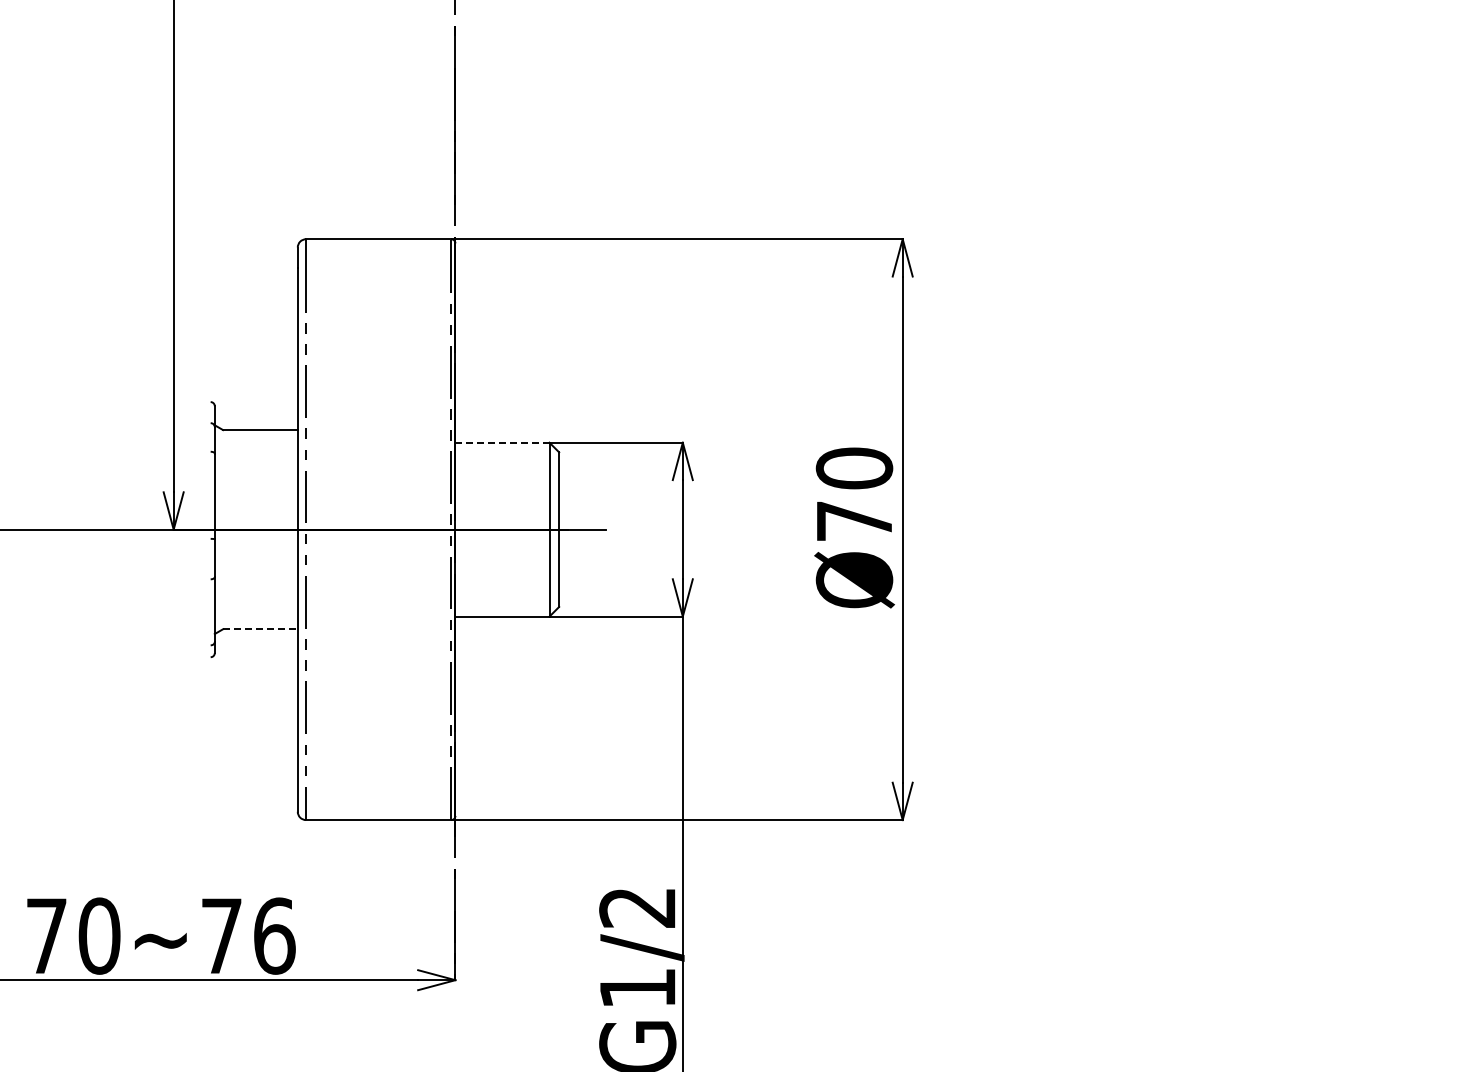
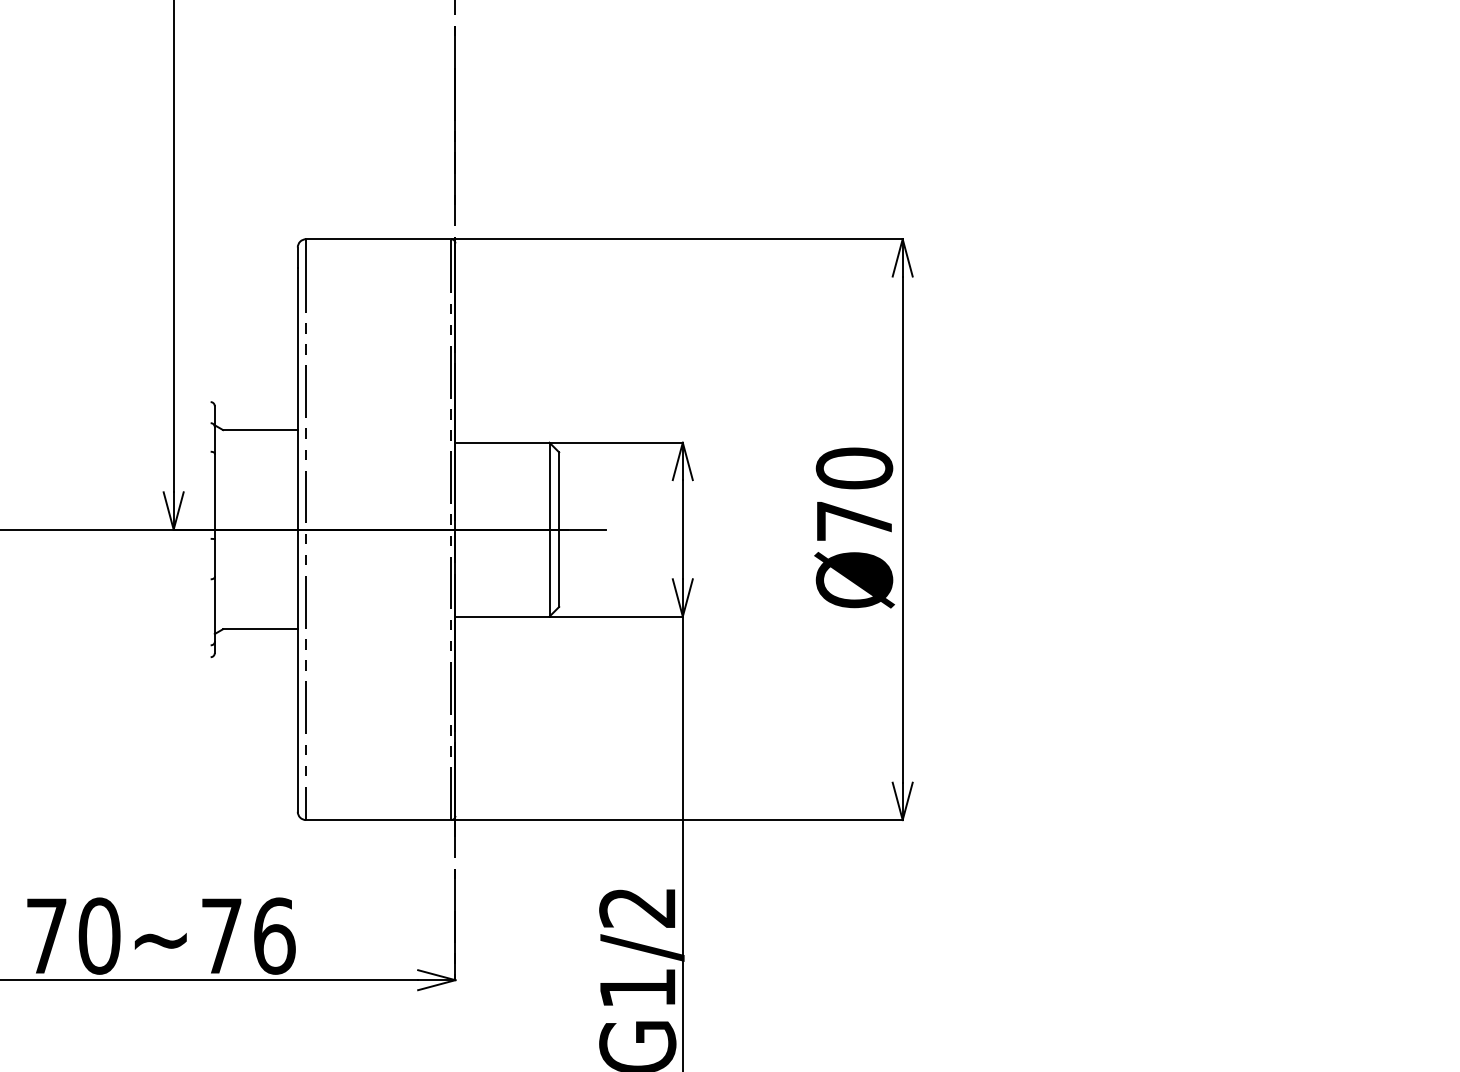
line at (501, 442): dashed -> solid
line at (260, 629): dashed -> solid
